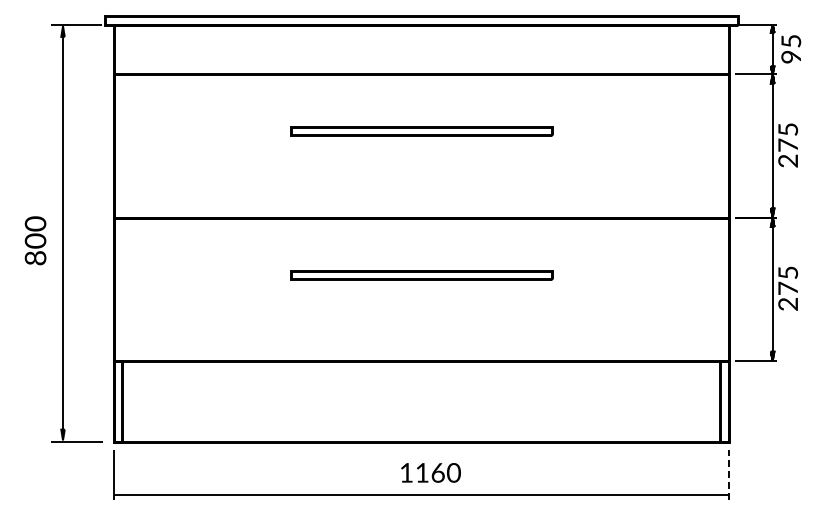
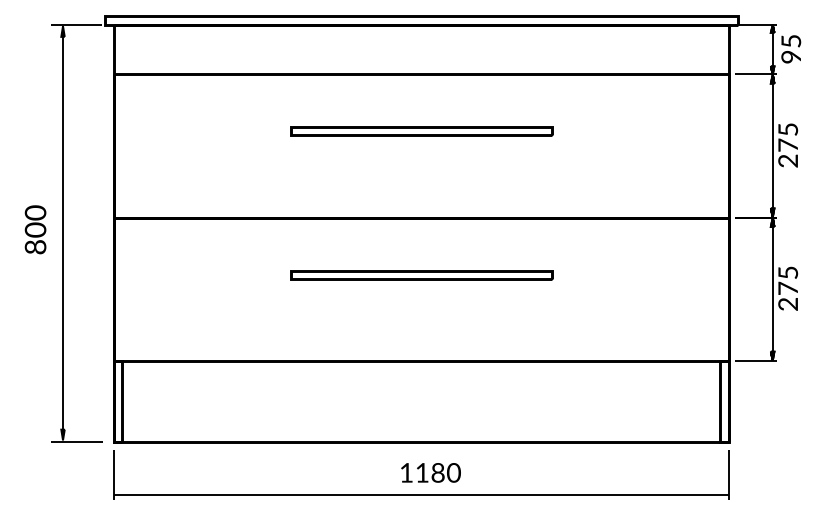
text at (35, 240) position: (35, 240) -> (35, 229)
text at (437, 472): 1160 -> 1180
line at (728, 474): dashed -> solid
